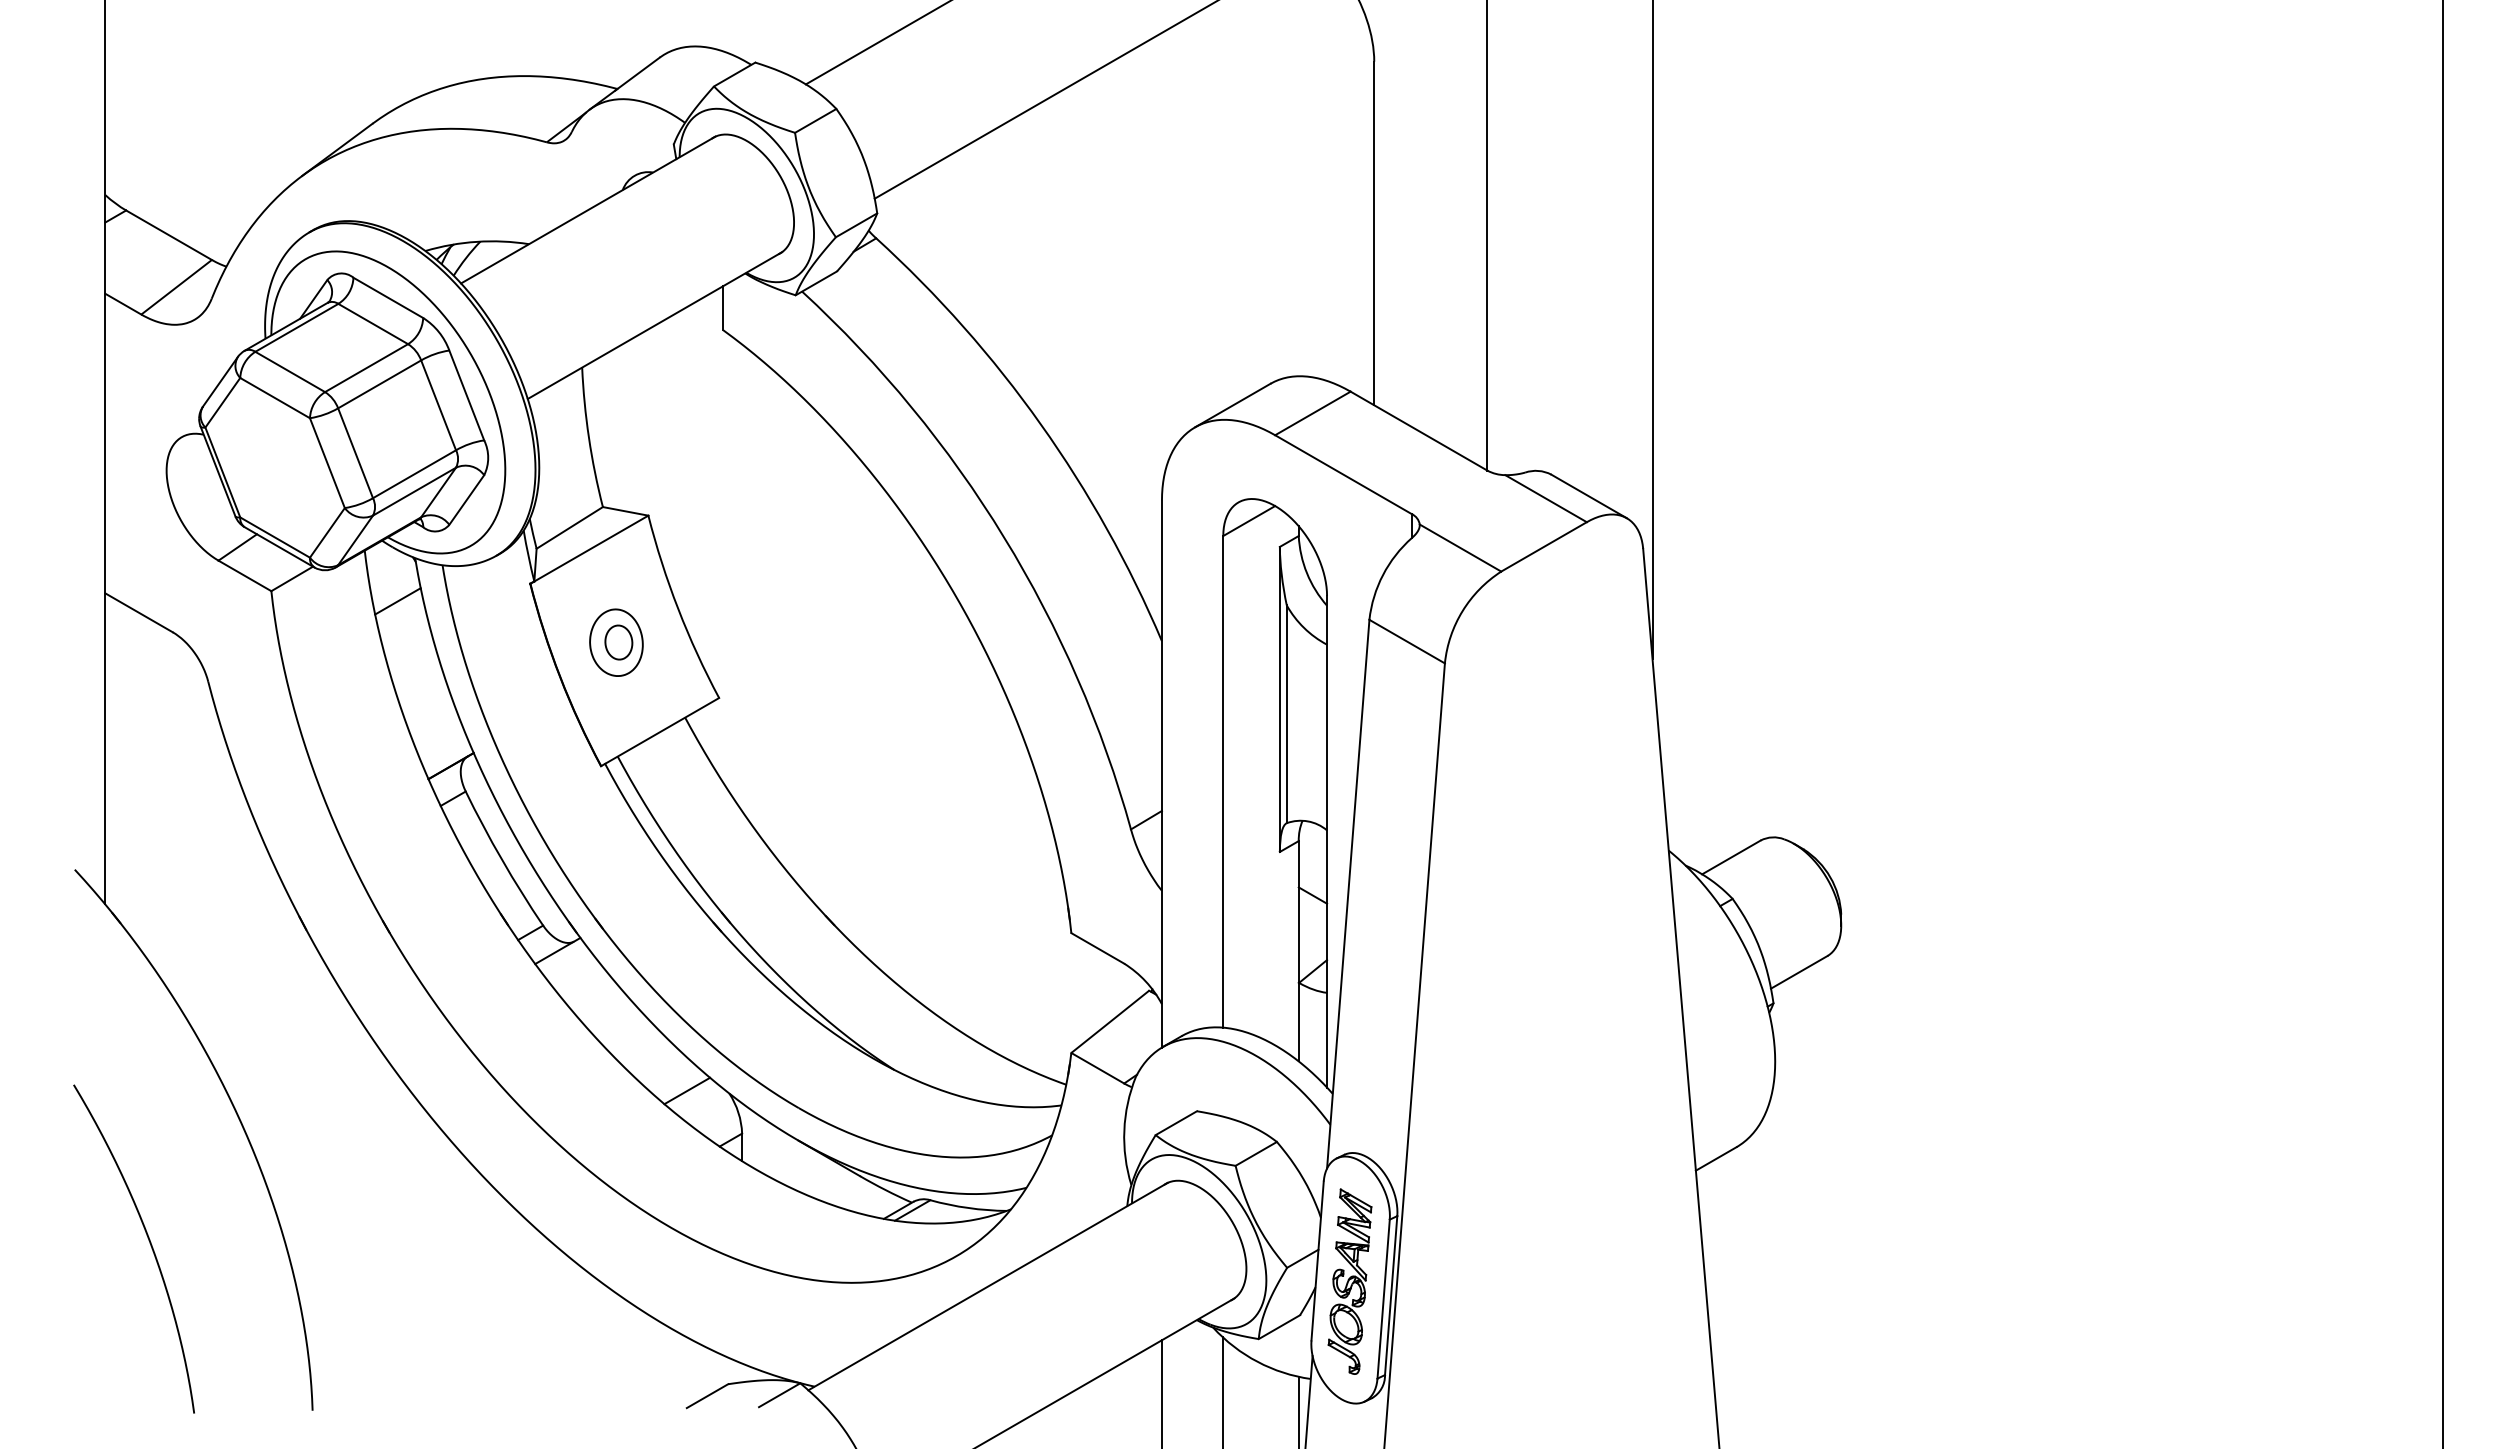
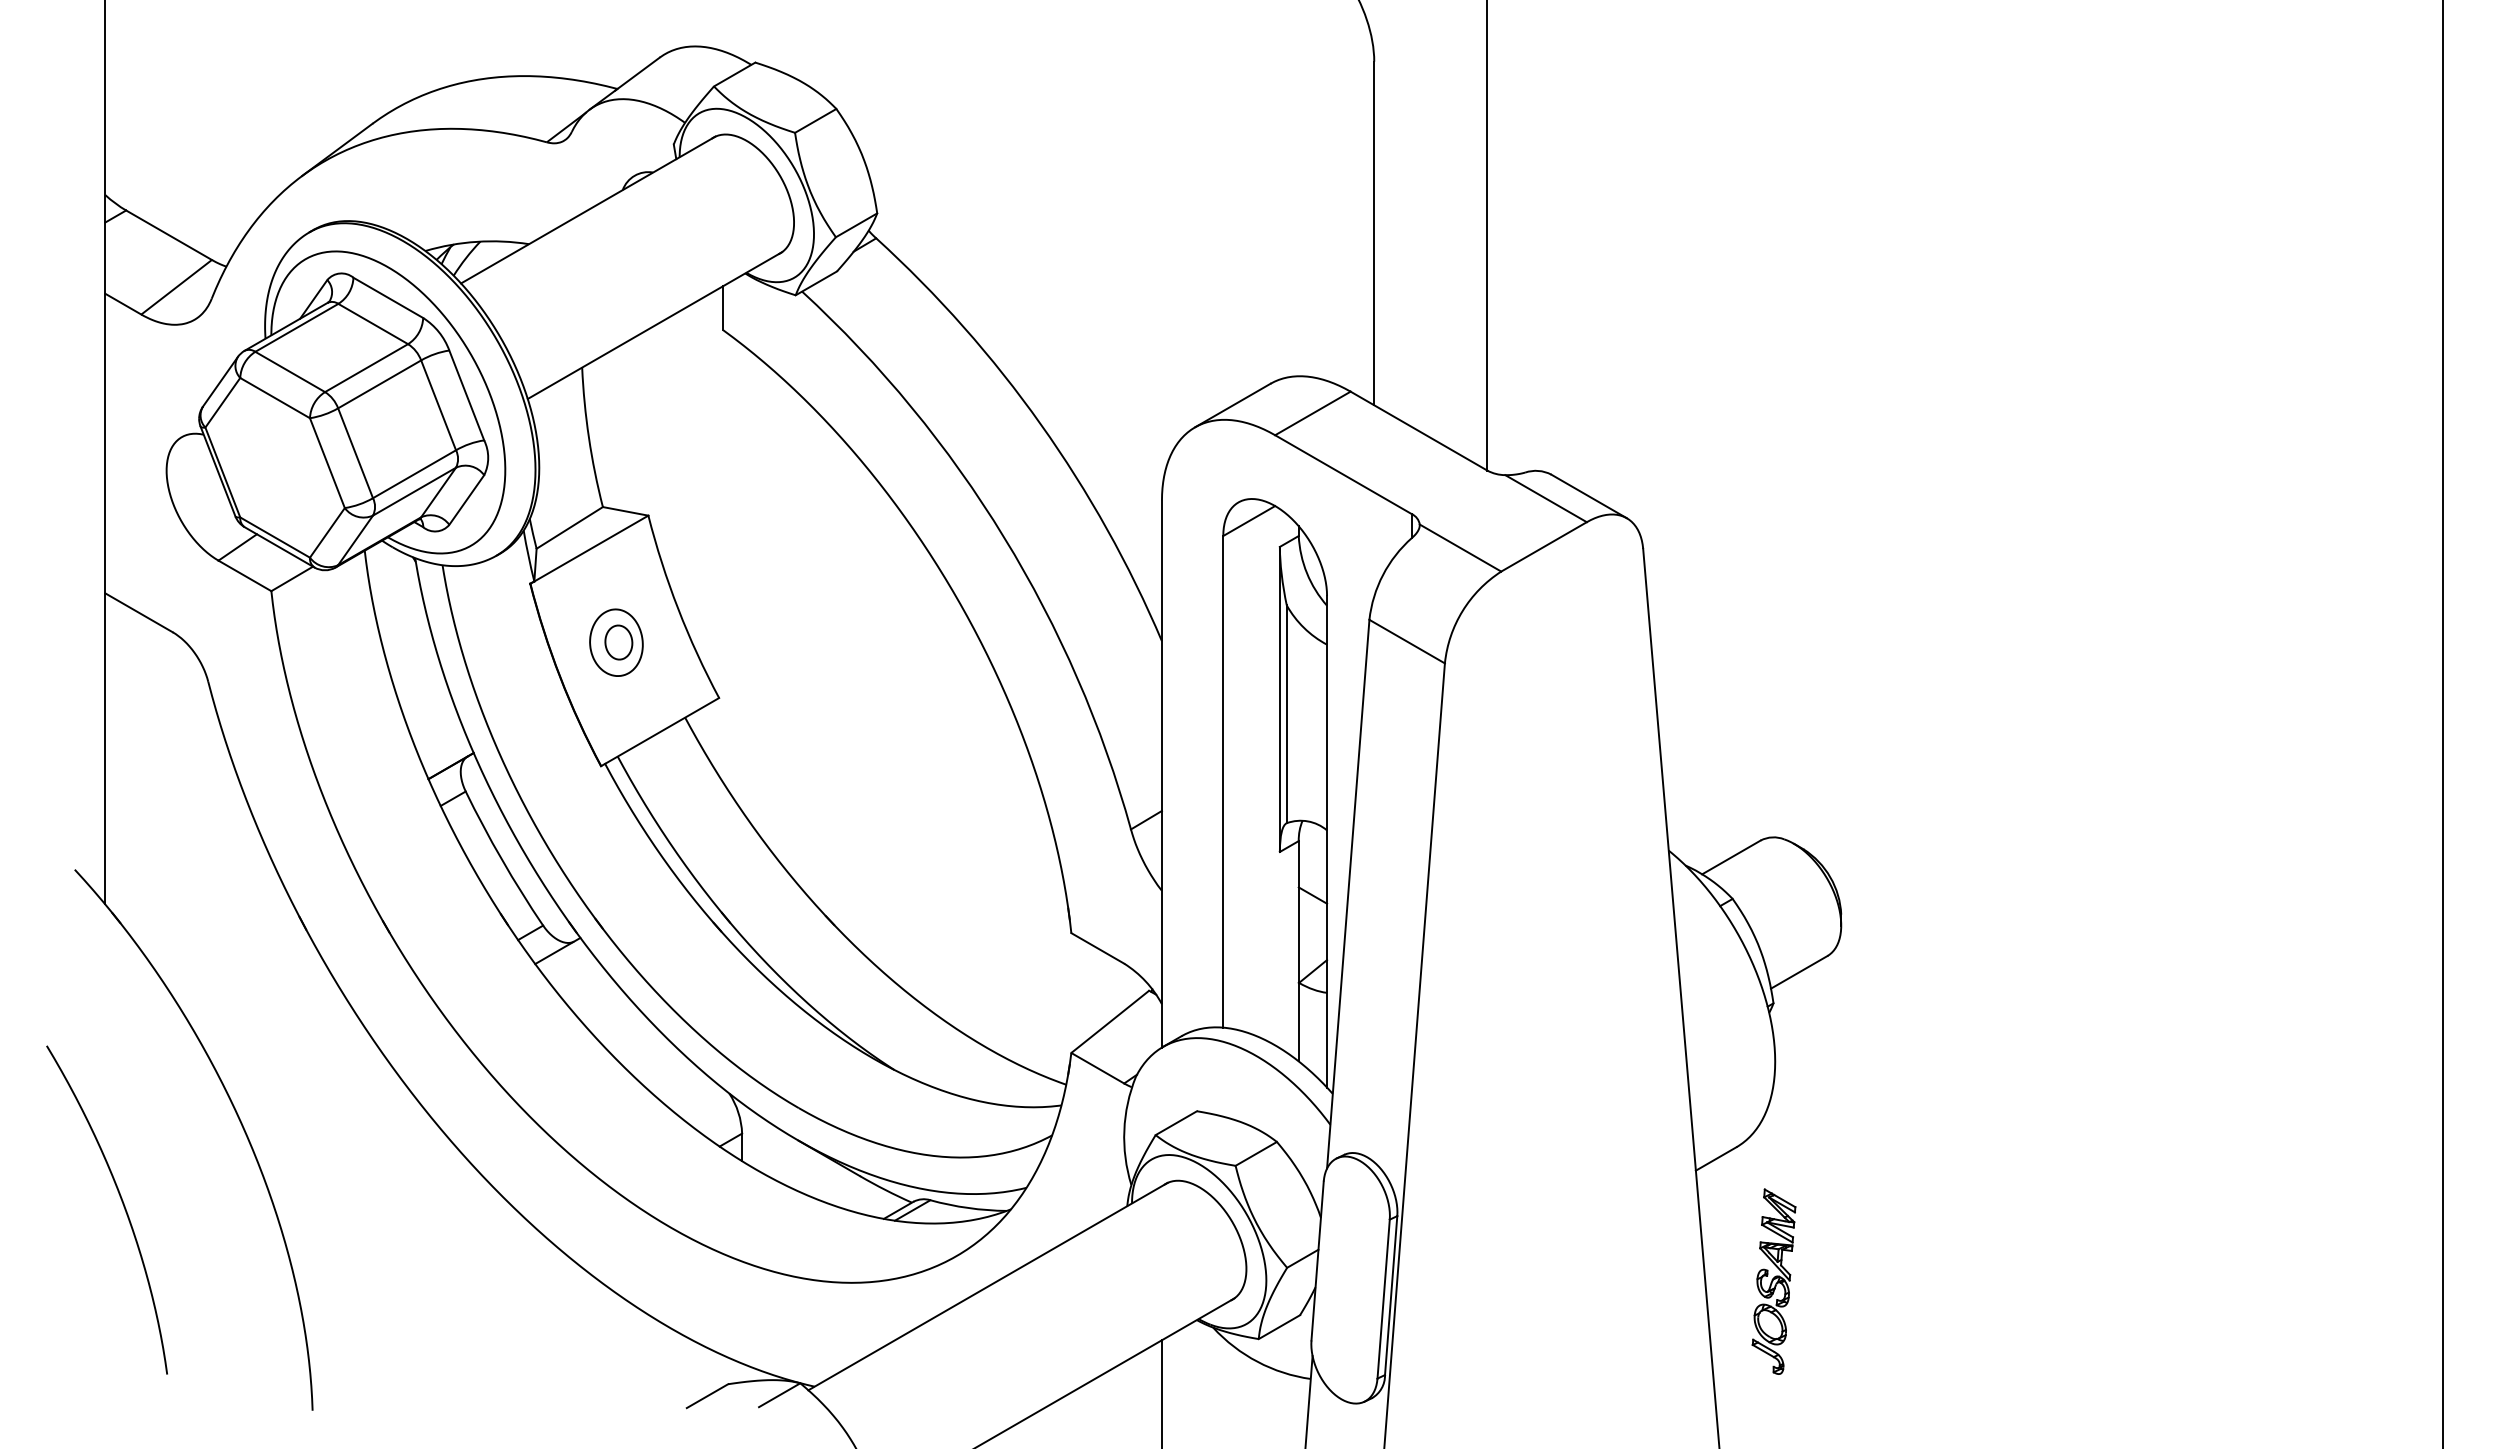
line at (876, 43): present -> none
line at (1044, 100): present -> none
line at (1652, 330): present -> none
line at (397, 601): present -> none
line at (687, 1090): present -> none
curve at (149, 1243) position: (149, 1243) -> (122, 1204)
part at (1349, 1281) position: (1349, 1281) -> (1773, 1281)
line at (1223, 1391): present -> none
line at (1298, 1411): present -> none
